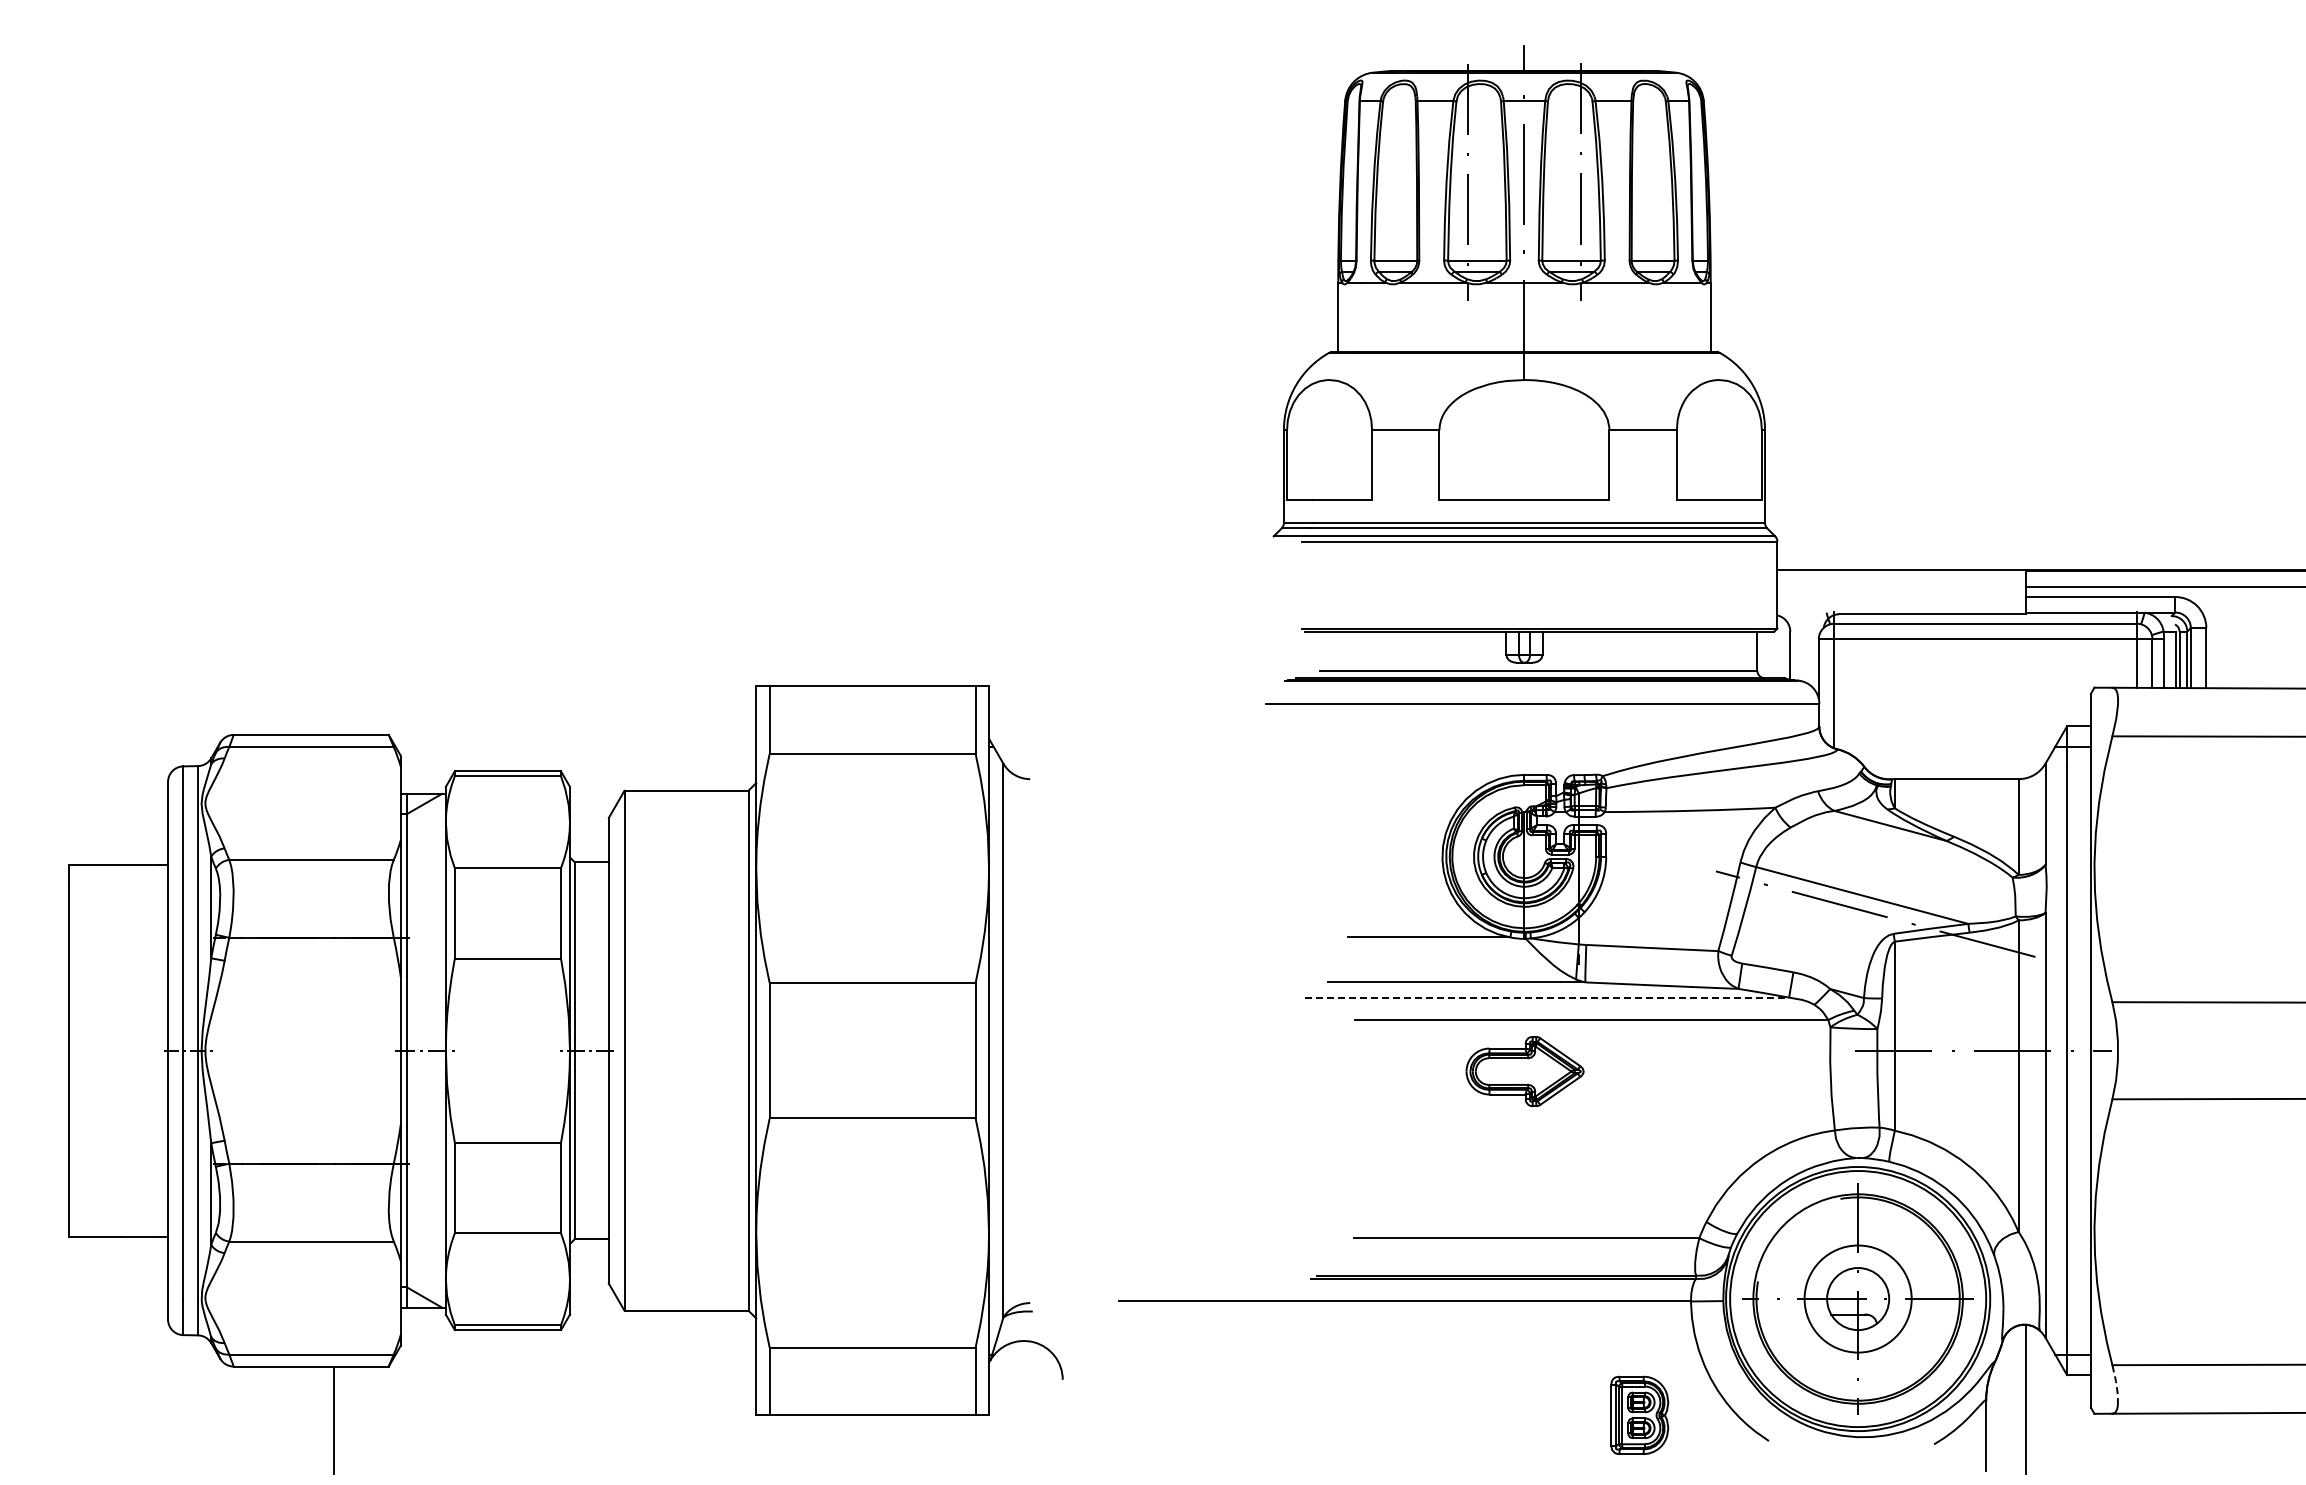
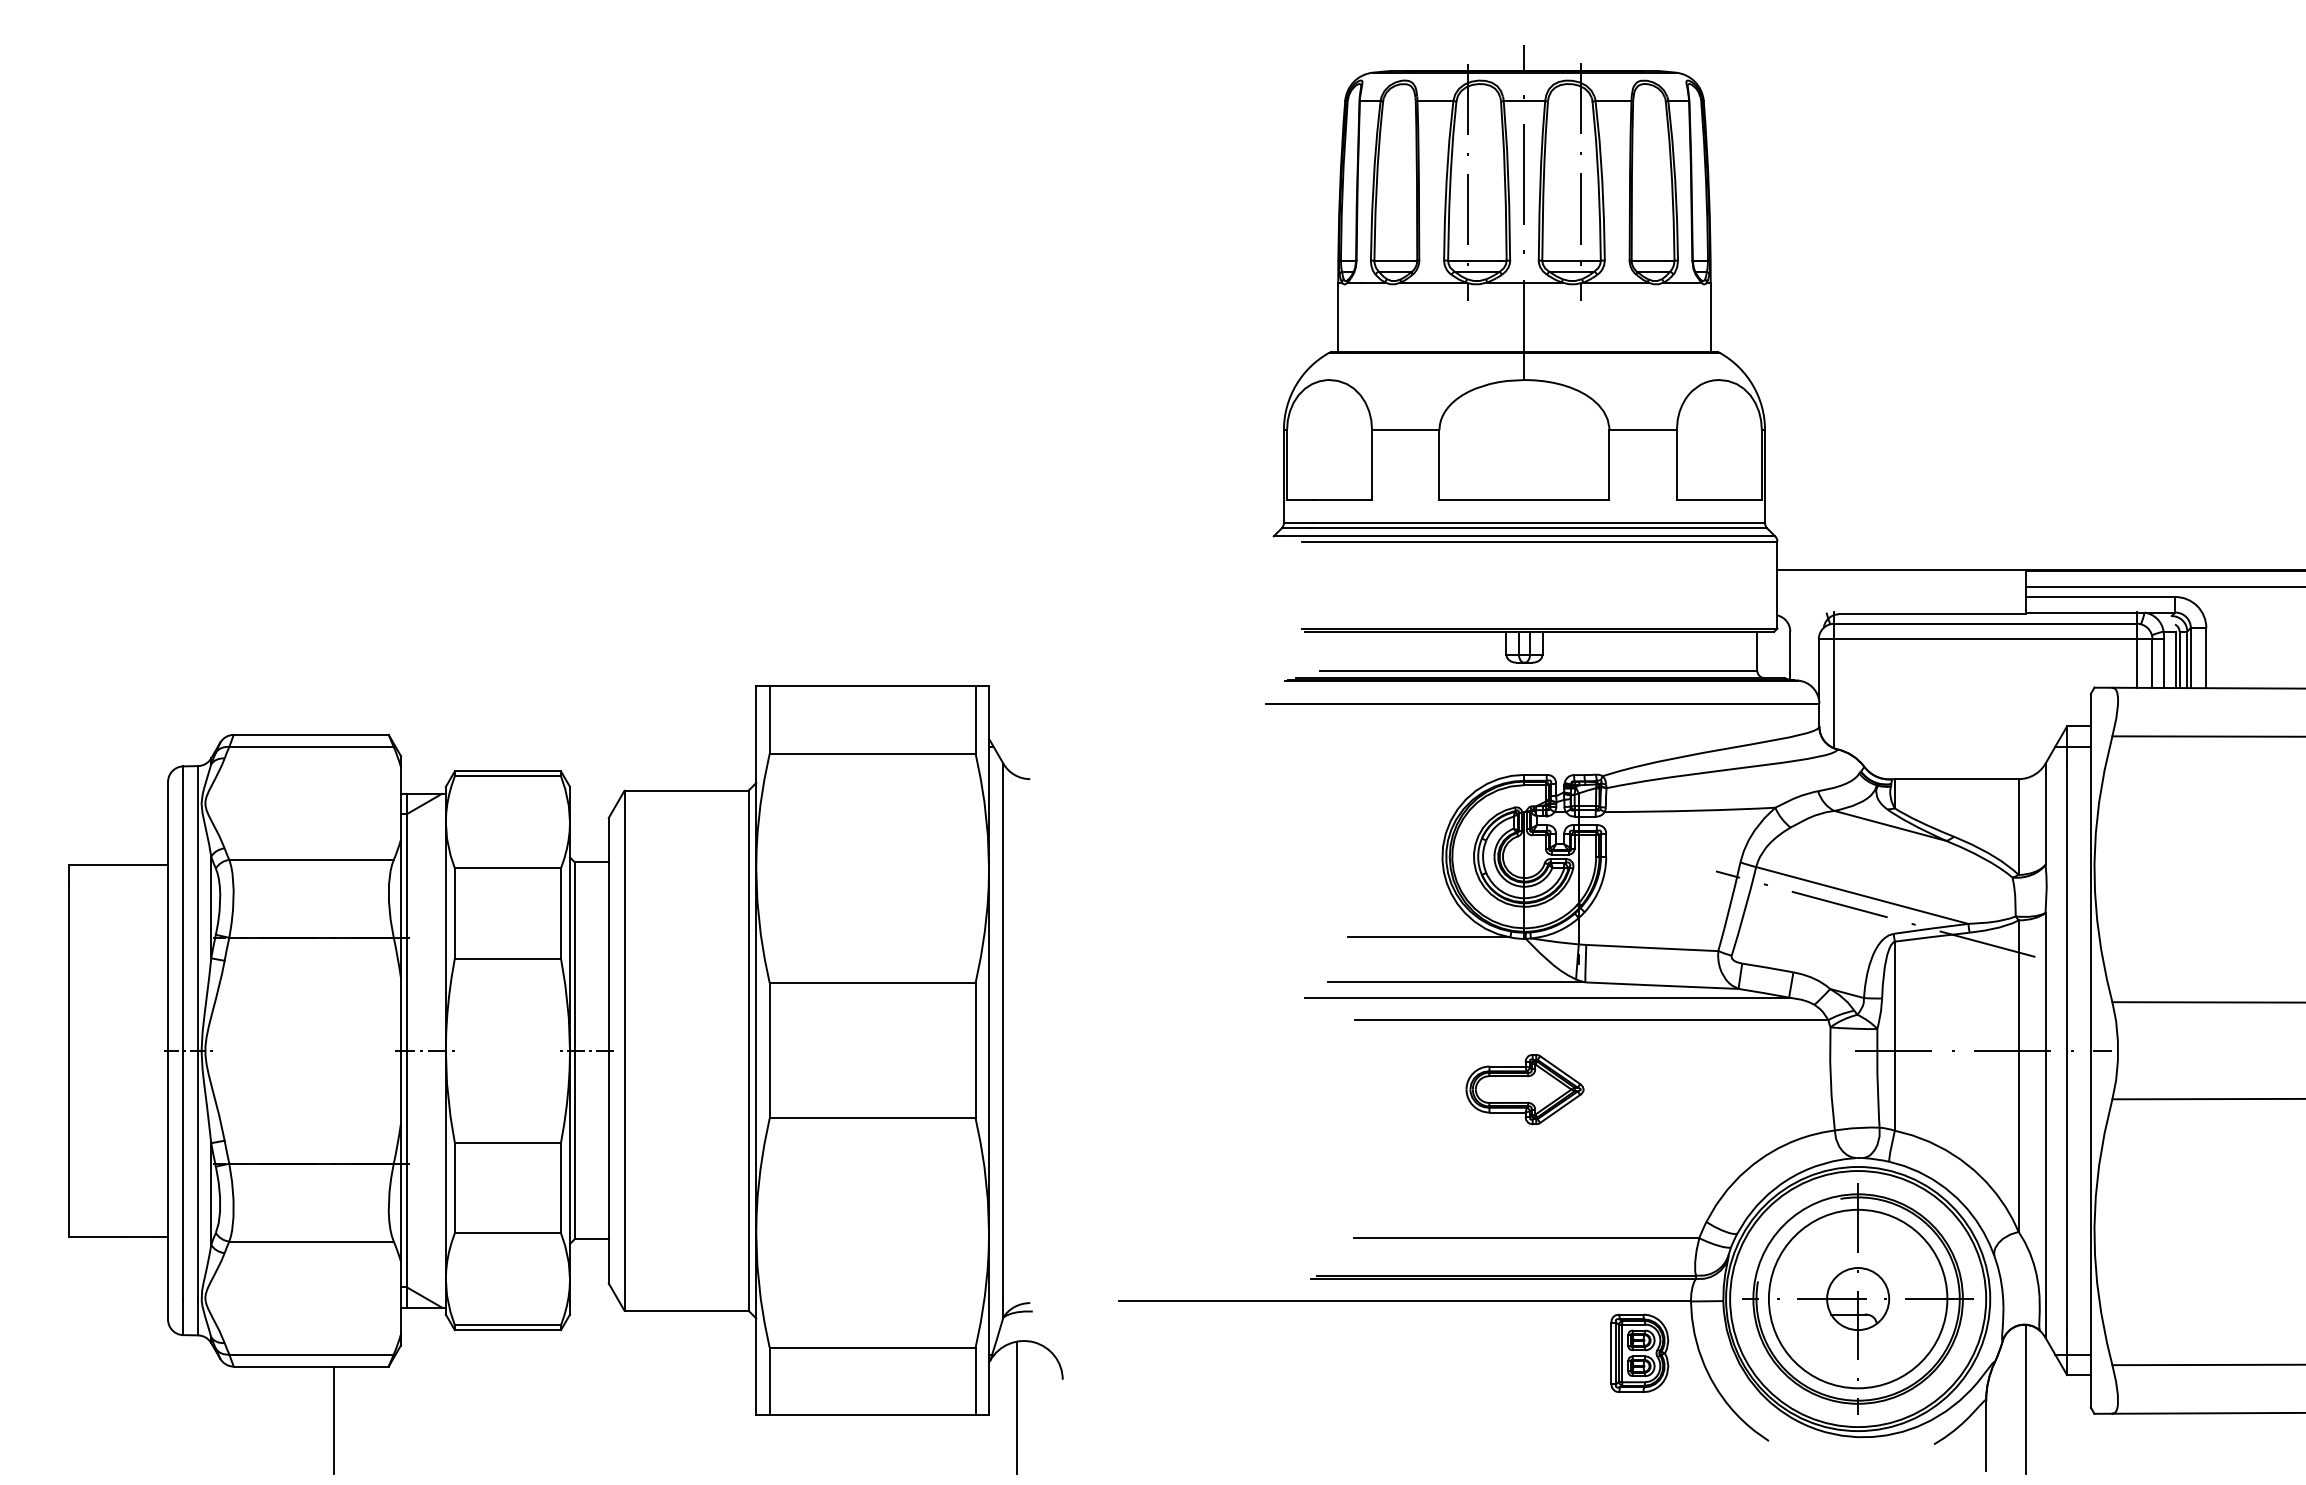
line at (1547, 997): dashed -> solid
part at (1524, 1071) position: (1524, 1071) -> (1524, 1089)
circle at (1857, 1298) diameter: 107 px -> 178 px
line at (2116, 1385): dashed -> solid
line at (1016, 1407): none -> present
part at (1639, 1414) position: (1639, 1414) -> (1639, 1352)
